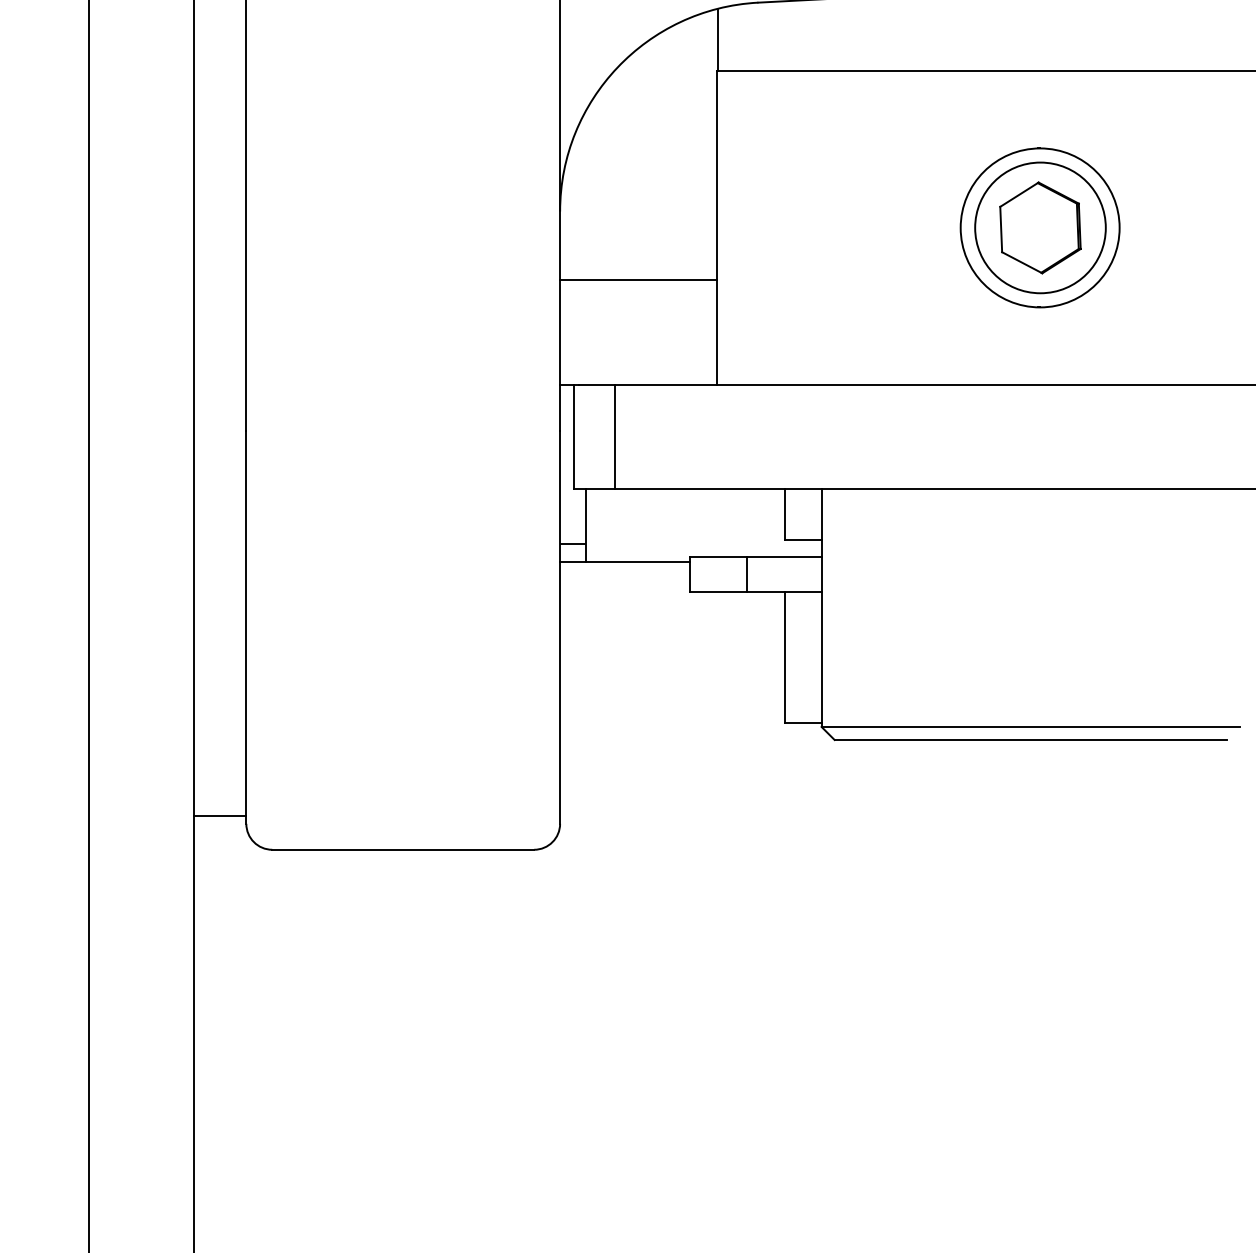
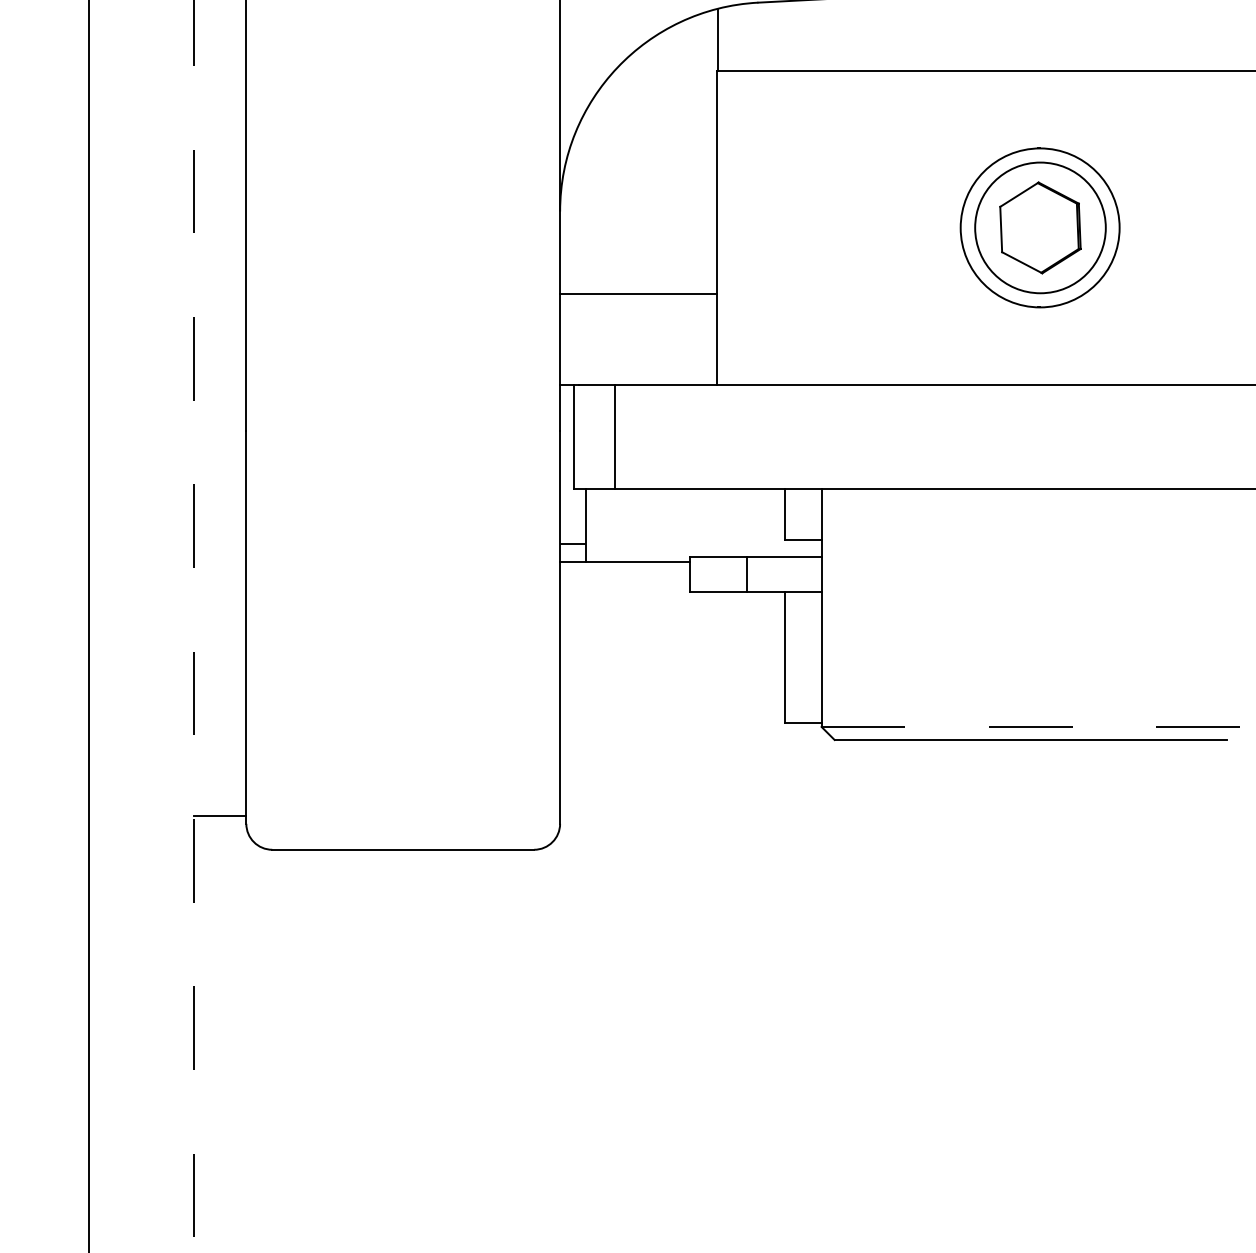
line at (638, 280) position: (638, 280) -> (638, 294)
line at (194, 626): solid -> dashed
line at (1031, 726): solid -> dashed
